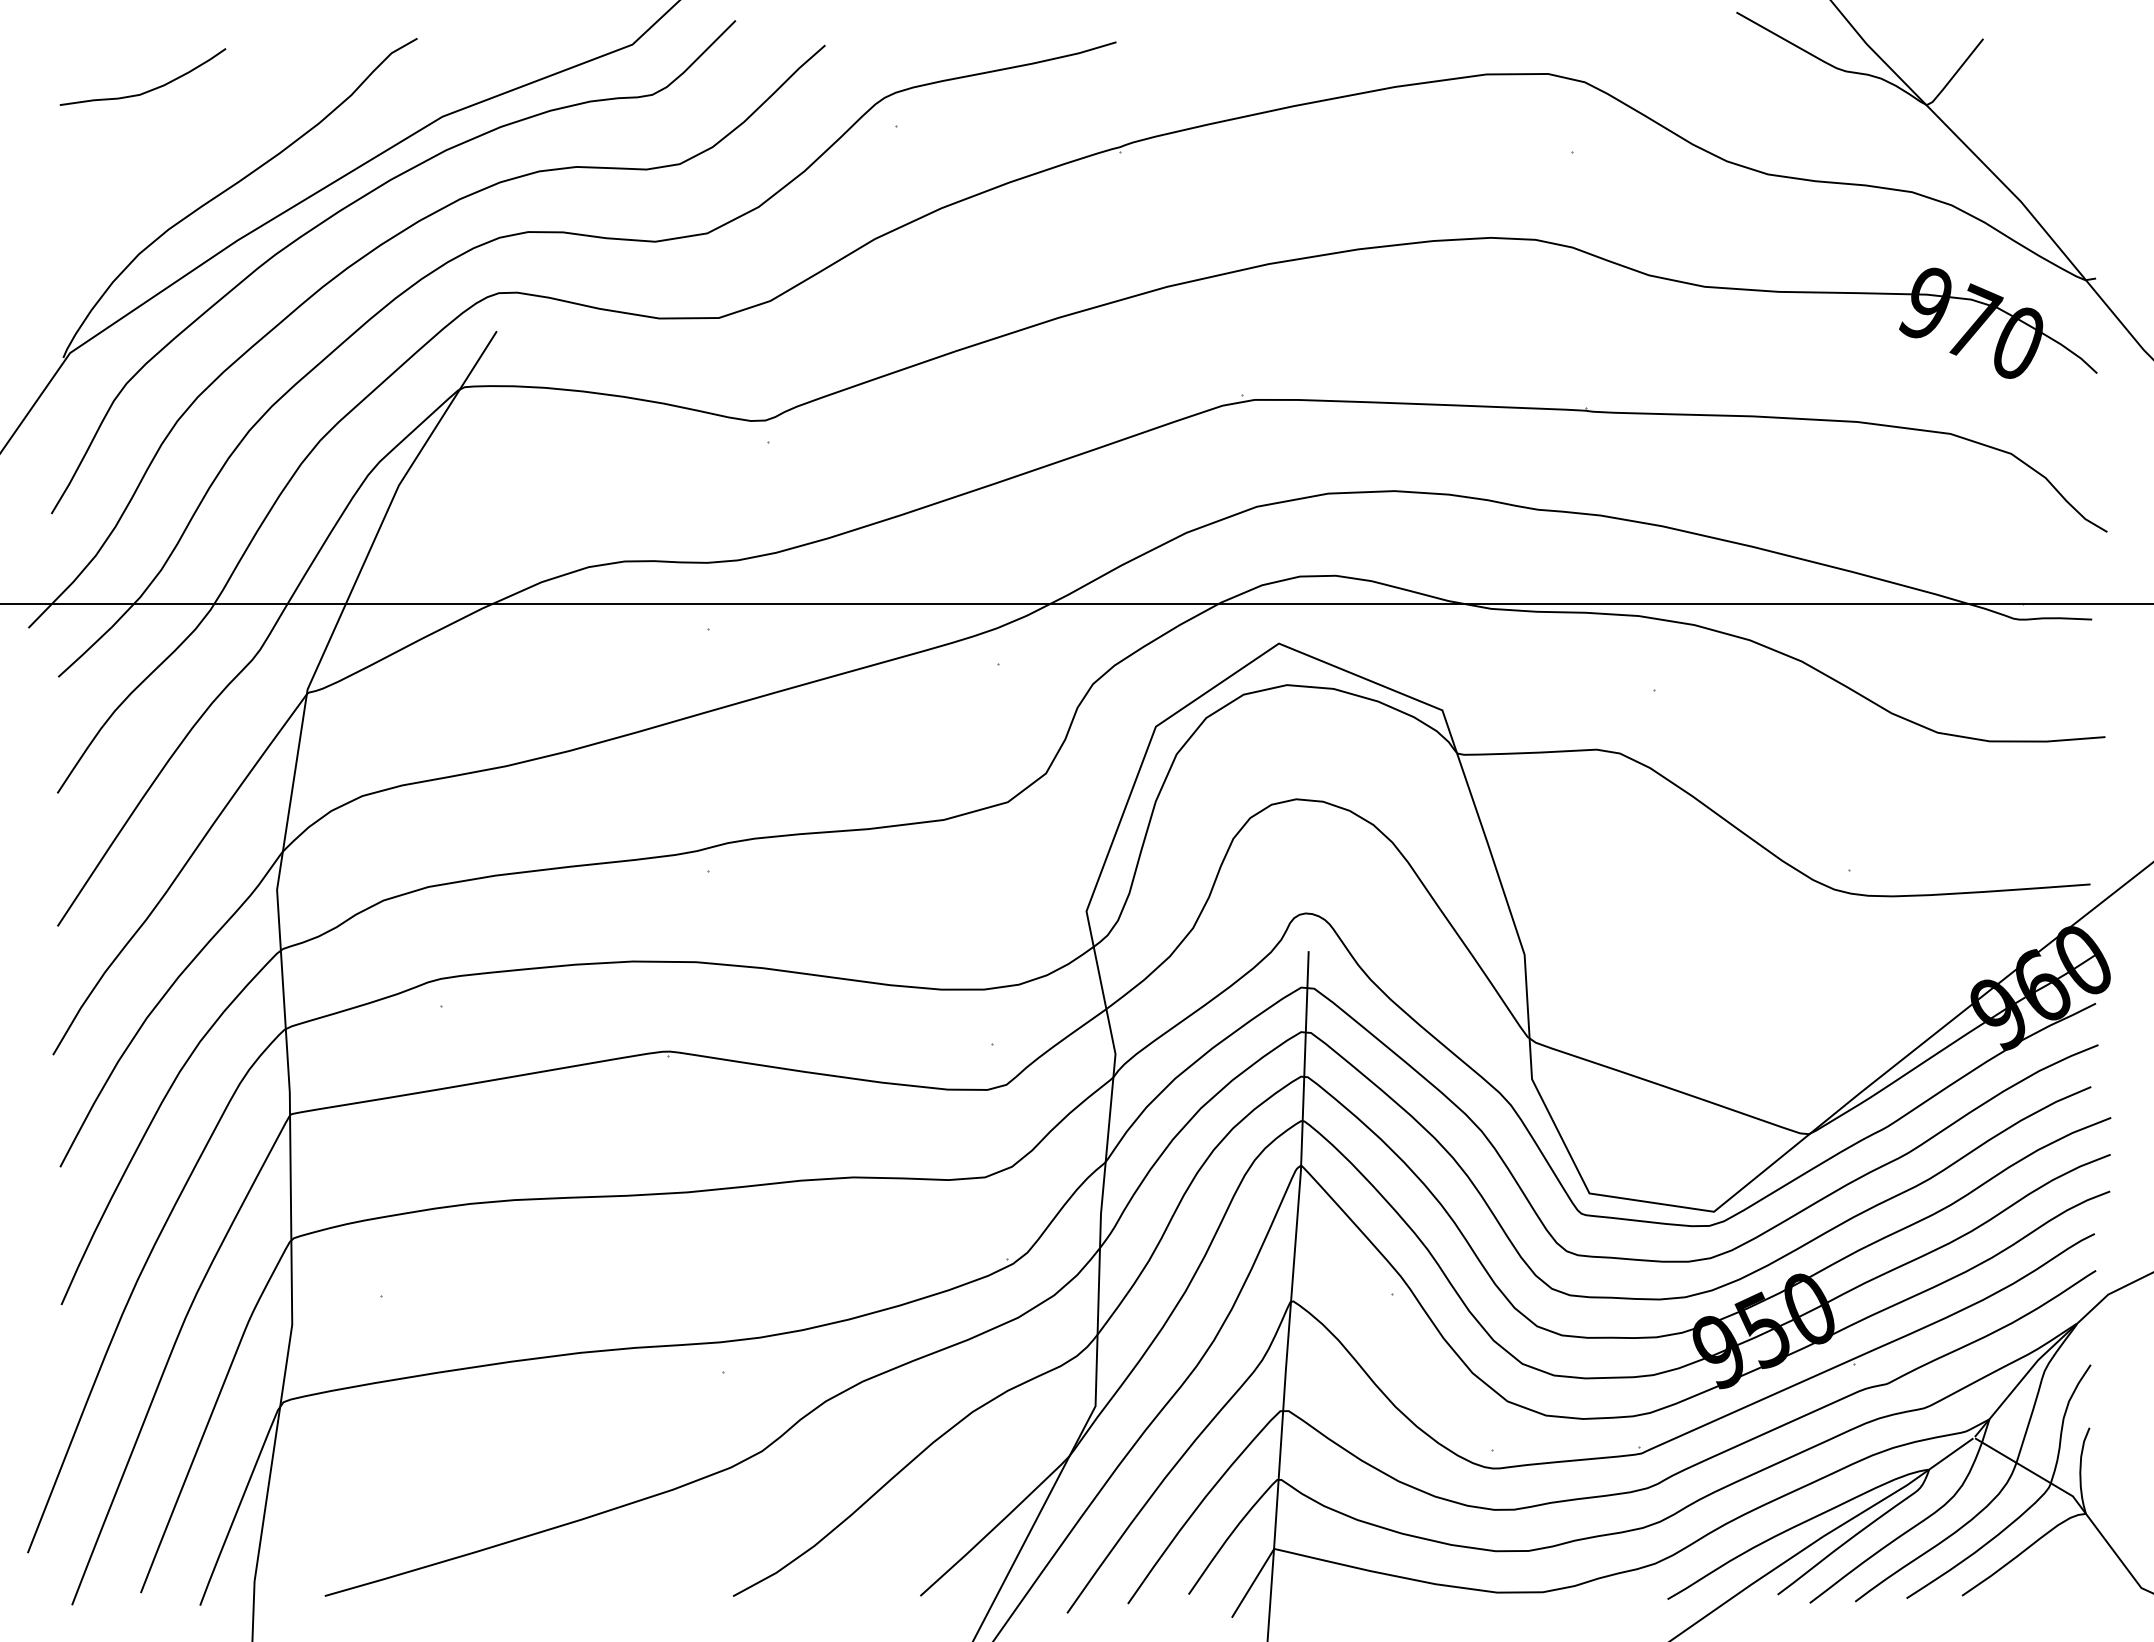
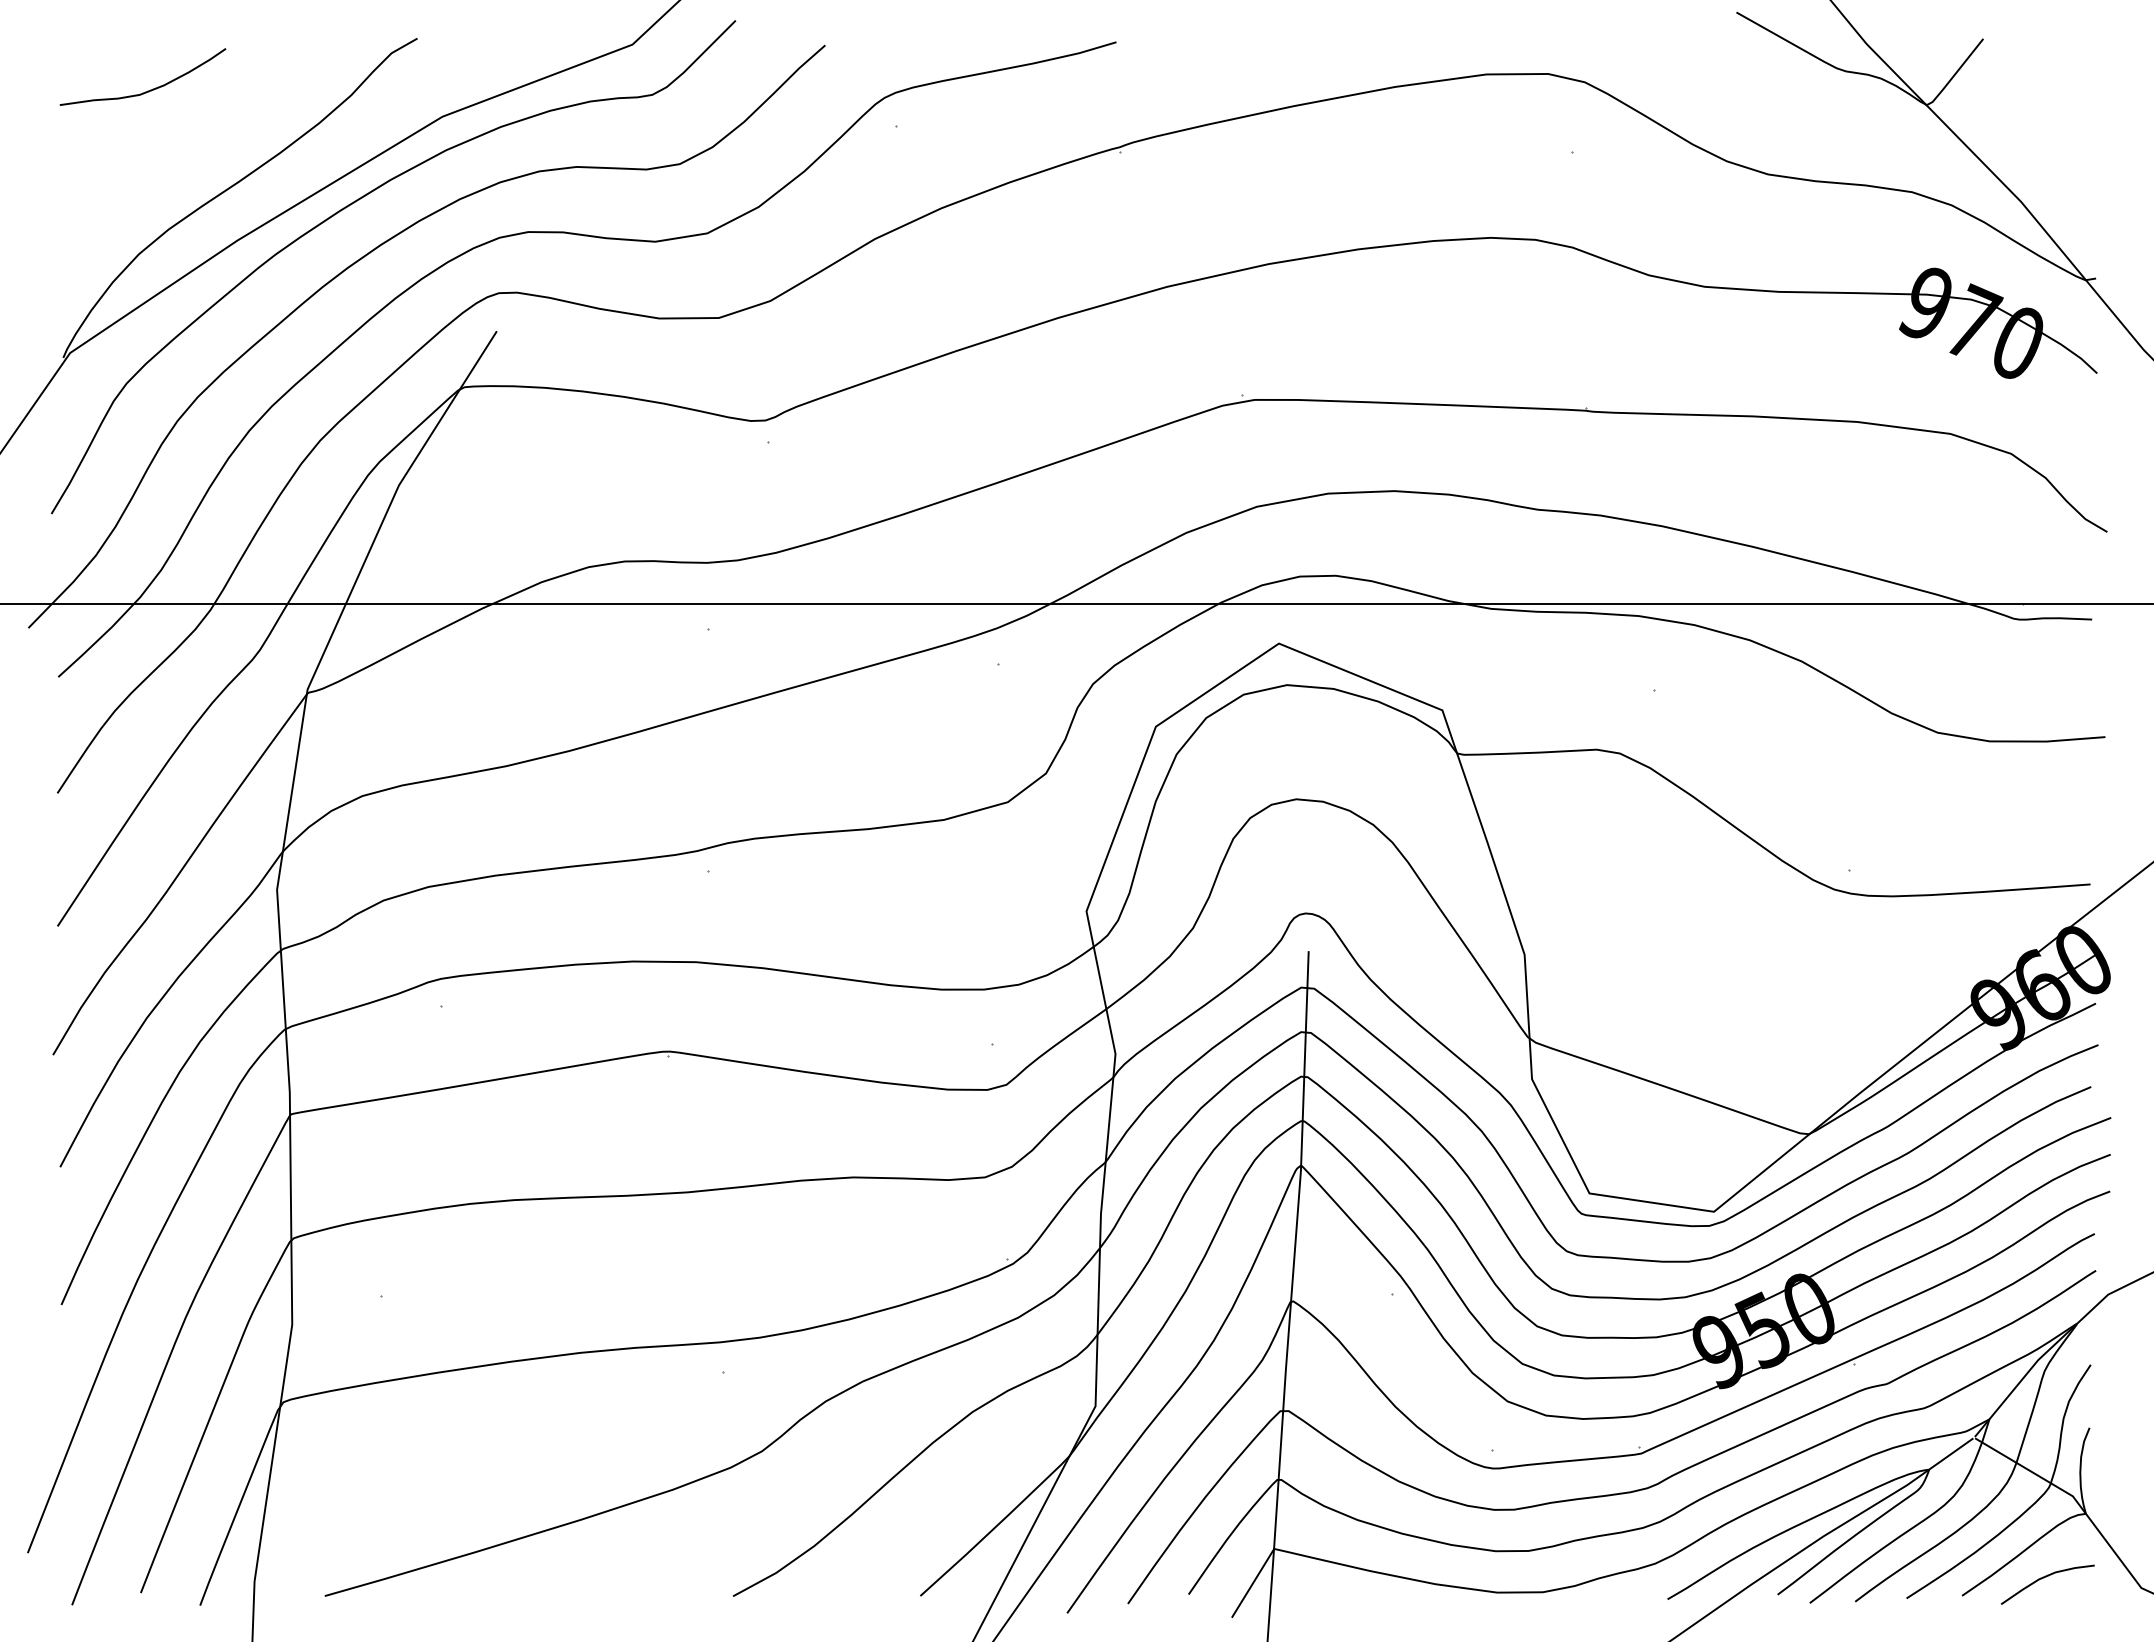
curve at (2044, 1578): none -> present
